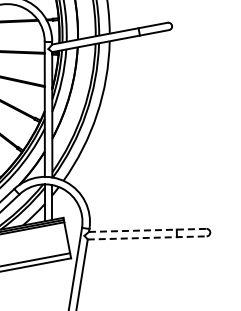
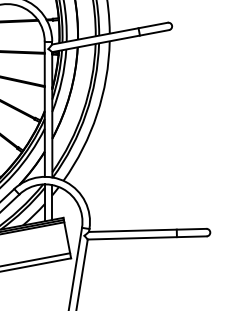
line at (147, 230): dashed -> solid
line at (147, 237): dashed -> solid
